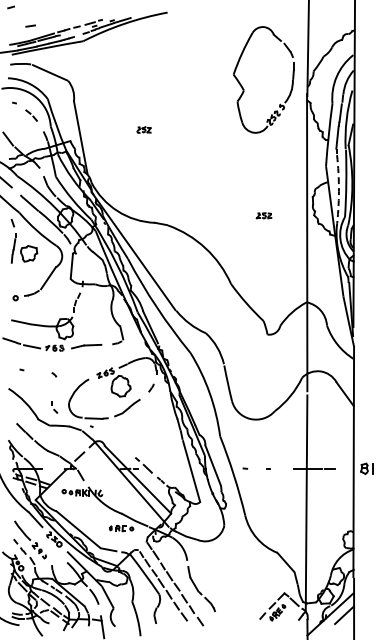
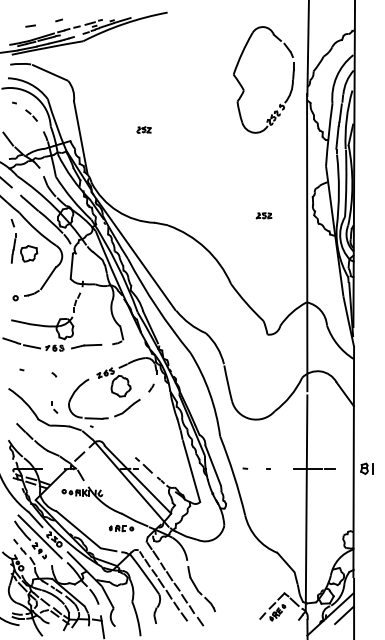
line at (10, 7) position: (10, 7) -> (58, 20)
arc at (338, 191): dashed -> solid
line at (39, 536): none -> present
